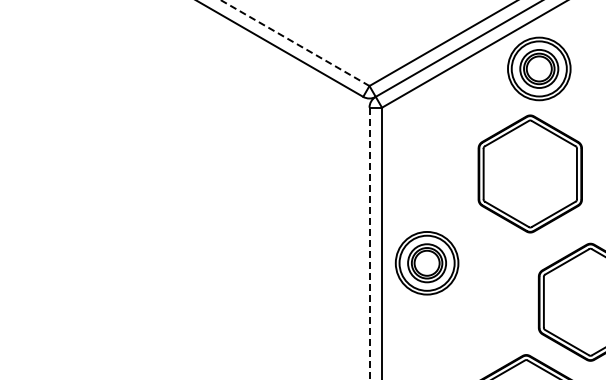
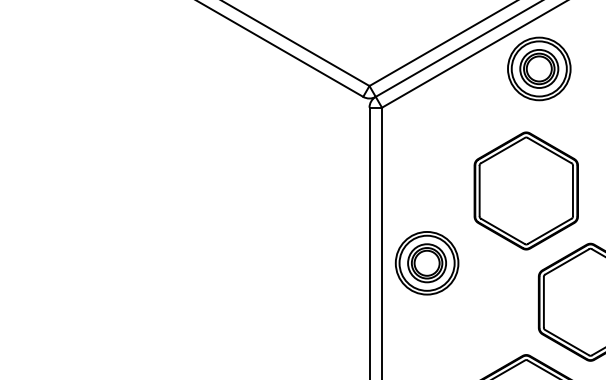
line at (295, 43): dashed -> solid
part at (529, 173) position: (529, 173) -> (525, 190)
line at (369, 243): dashed -> solid
